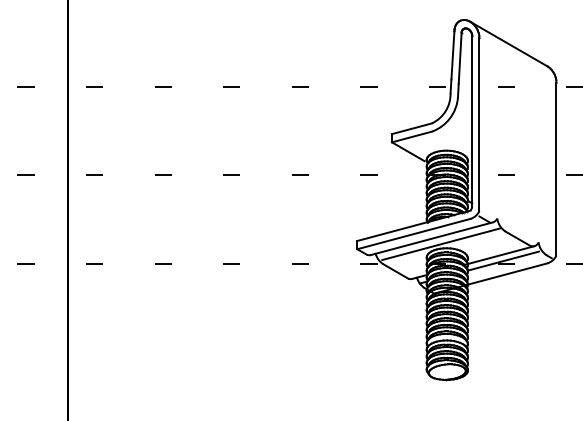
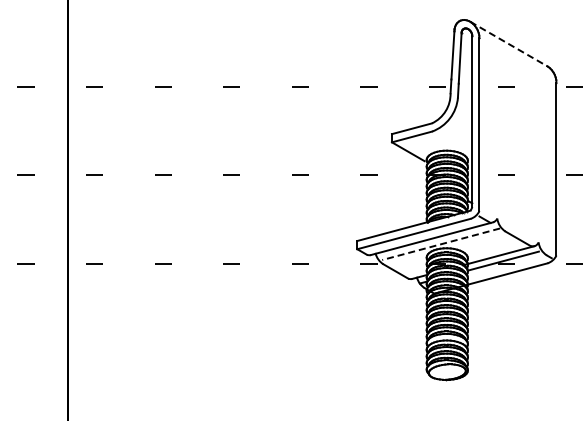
line at (509, 44): solid -> dashed
line at (441, 244): solid -> dashed
